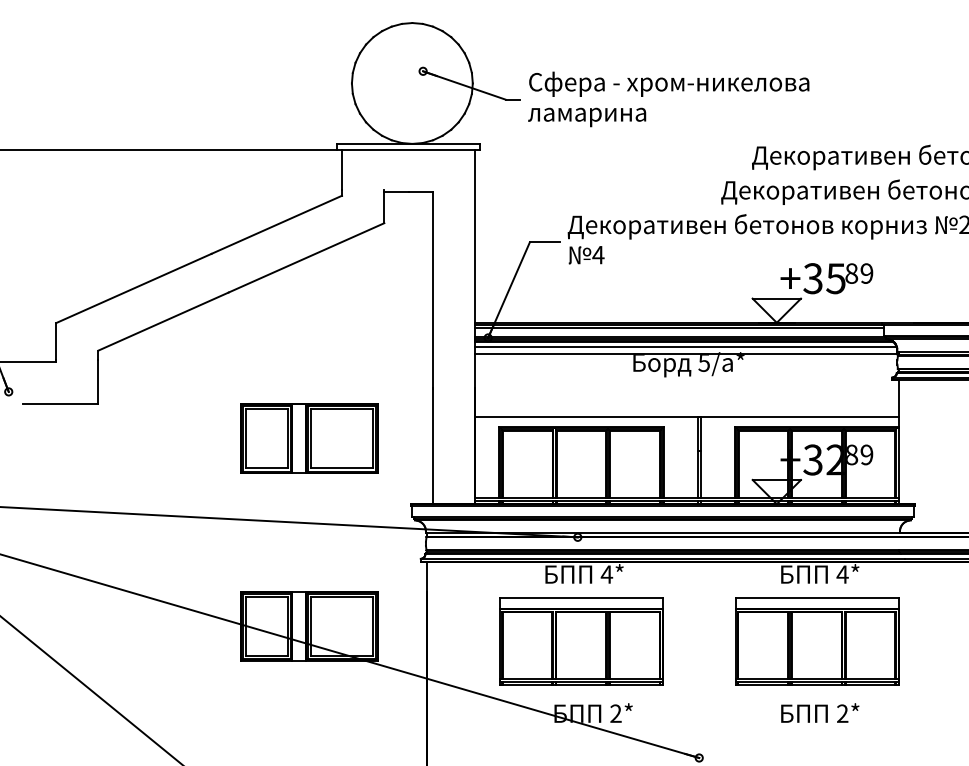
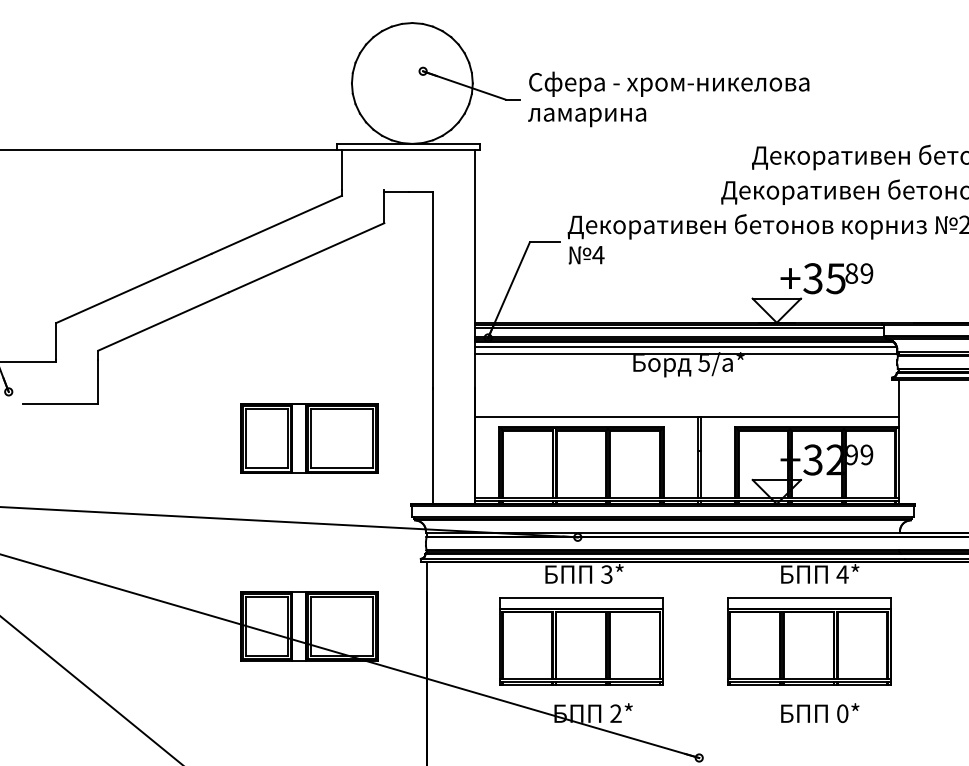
text at (852, 454): 89 -> 99
text at (606, 574): 4* -> 3*
part at (817, 641) position: (817, 641) -> (809, 641)
text at (842, 713): 2* -> 0*
